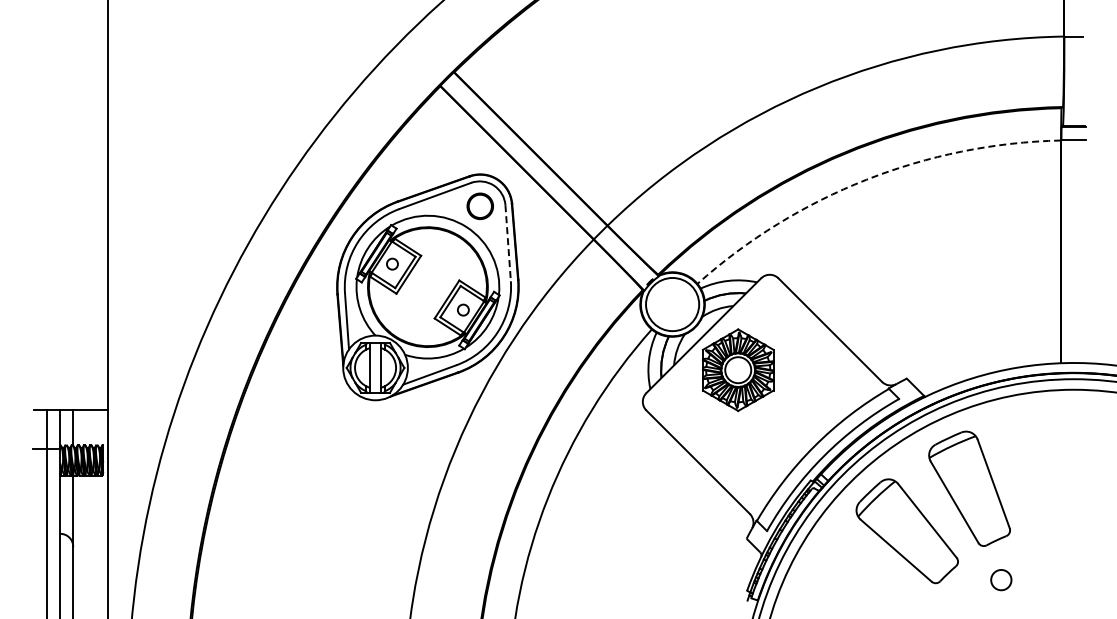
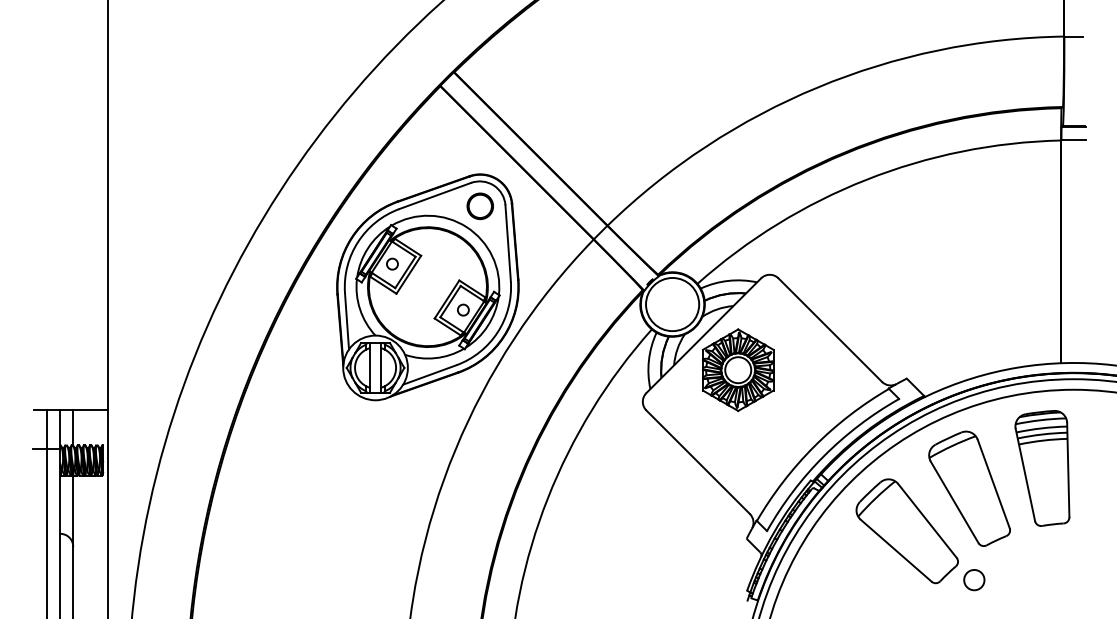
arc at (866, 179): dashed -> solid
line at (508, 243): dashed -> solid
part at (1042, 468): none -> present
circle at (1001, 580) position: (1001, 580) -> (974, 580)
